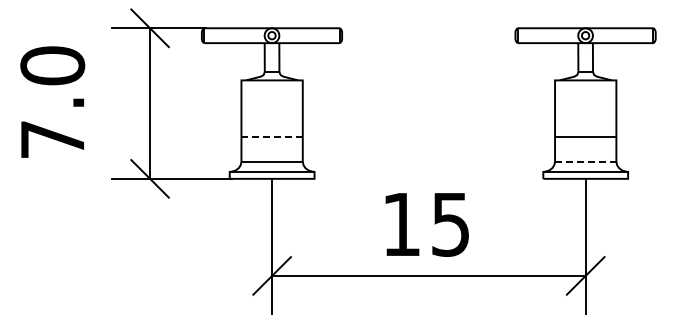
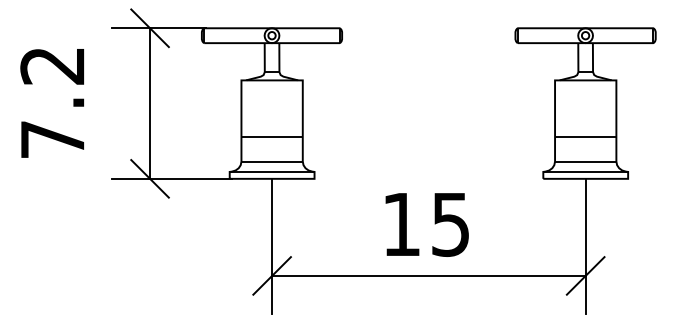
text at (52, 65): 7.0 -> 7.2
line at (272, 136): dashed -> solid
line at (585, 161): dashed -> solid
